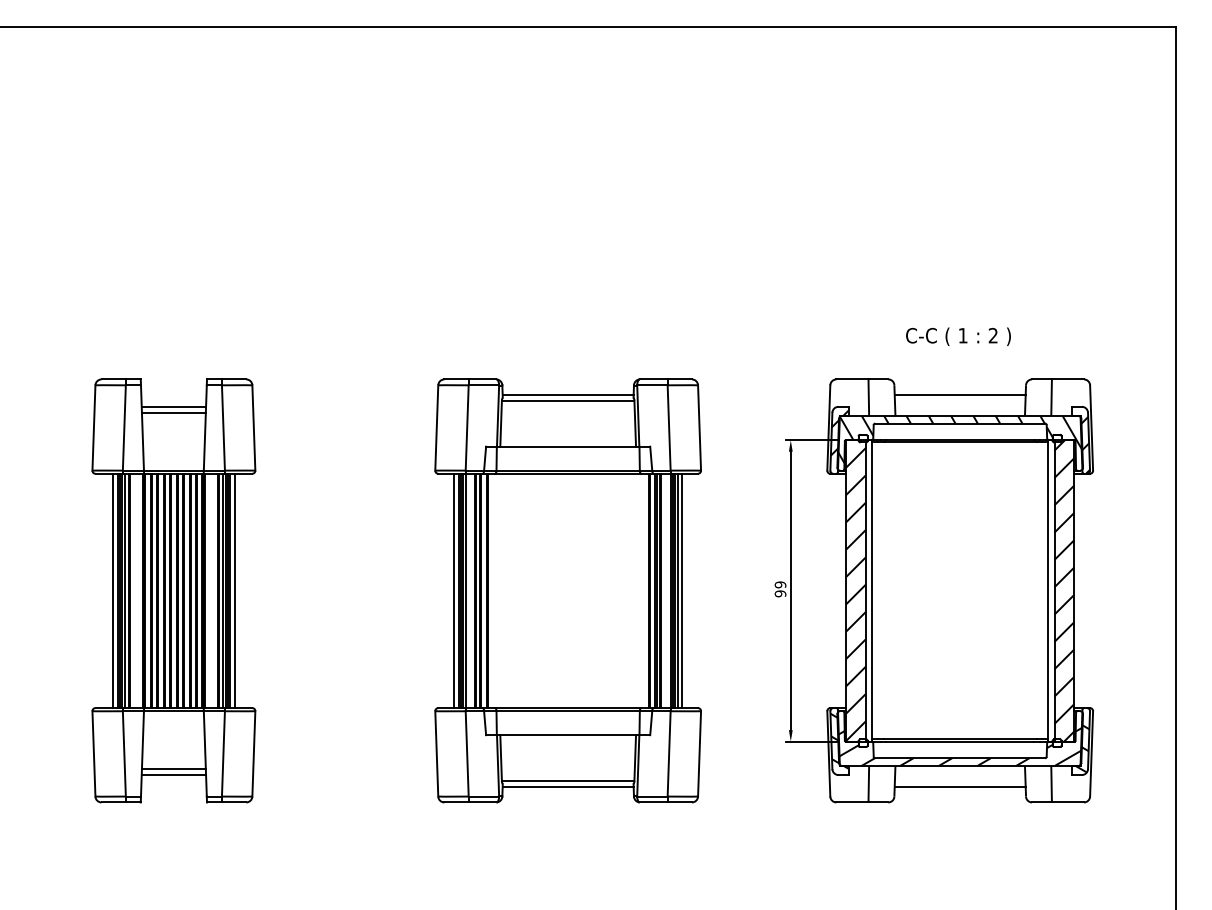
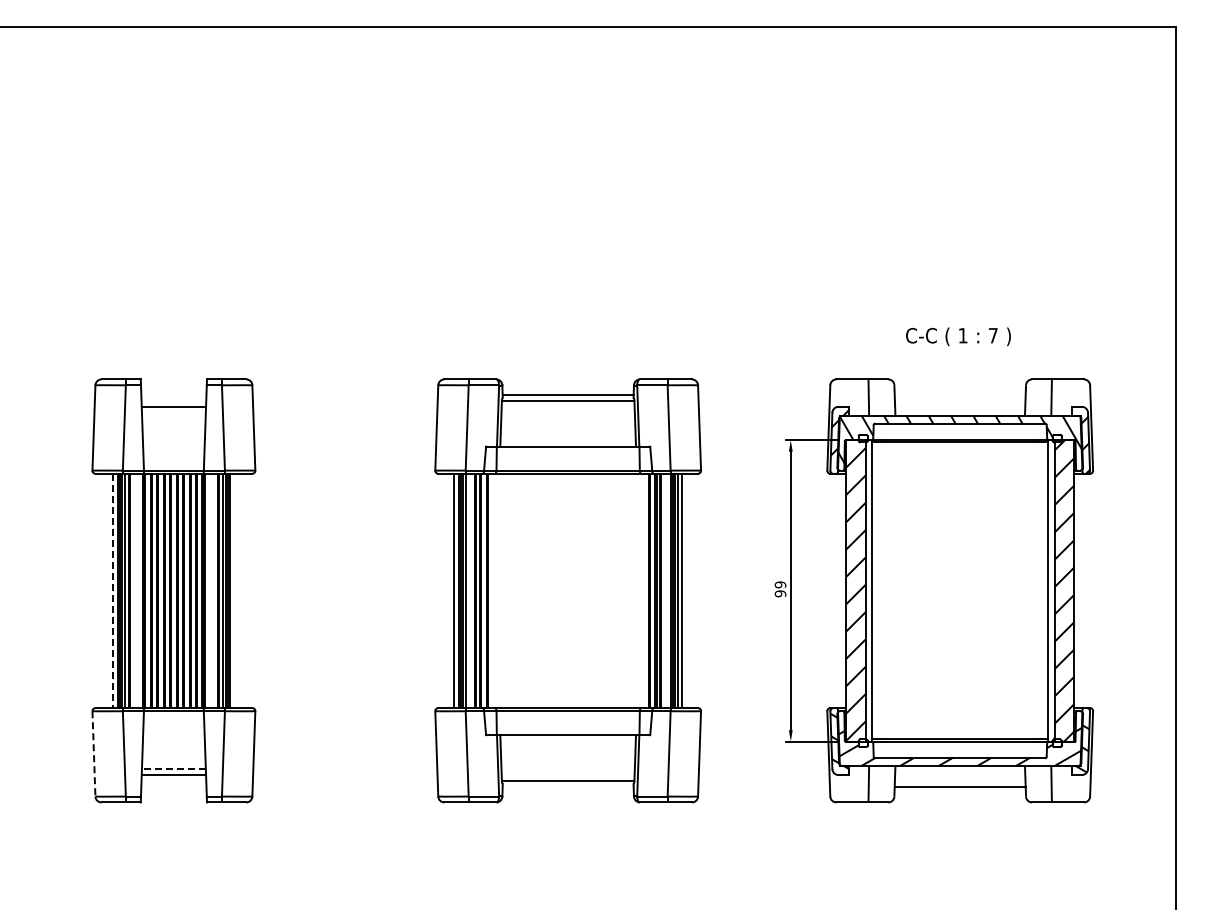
text at (992, 335): 2 -> 7
line at (959, 394): present -> none
line at (173, 412): present -> none
line at (234, 590): present -> none
line at (113, 591): solid -> dashed
line at (93, 753): solid -> dashed
line at (173, 769): solid -> dashed
line at (567, 787): present -> none
